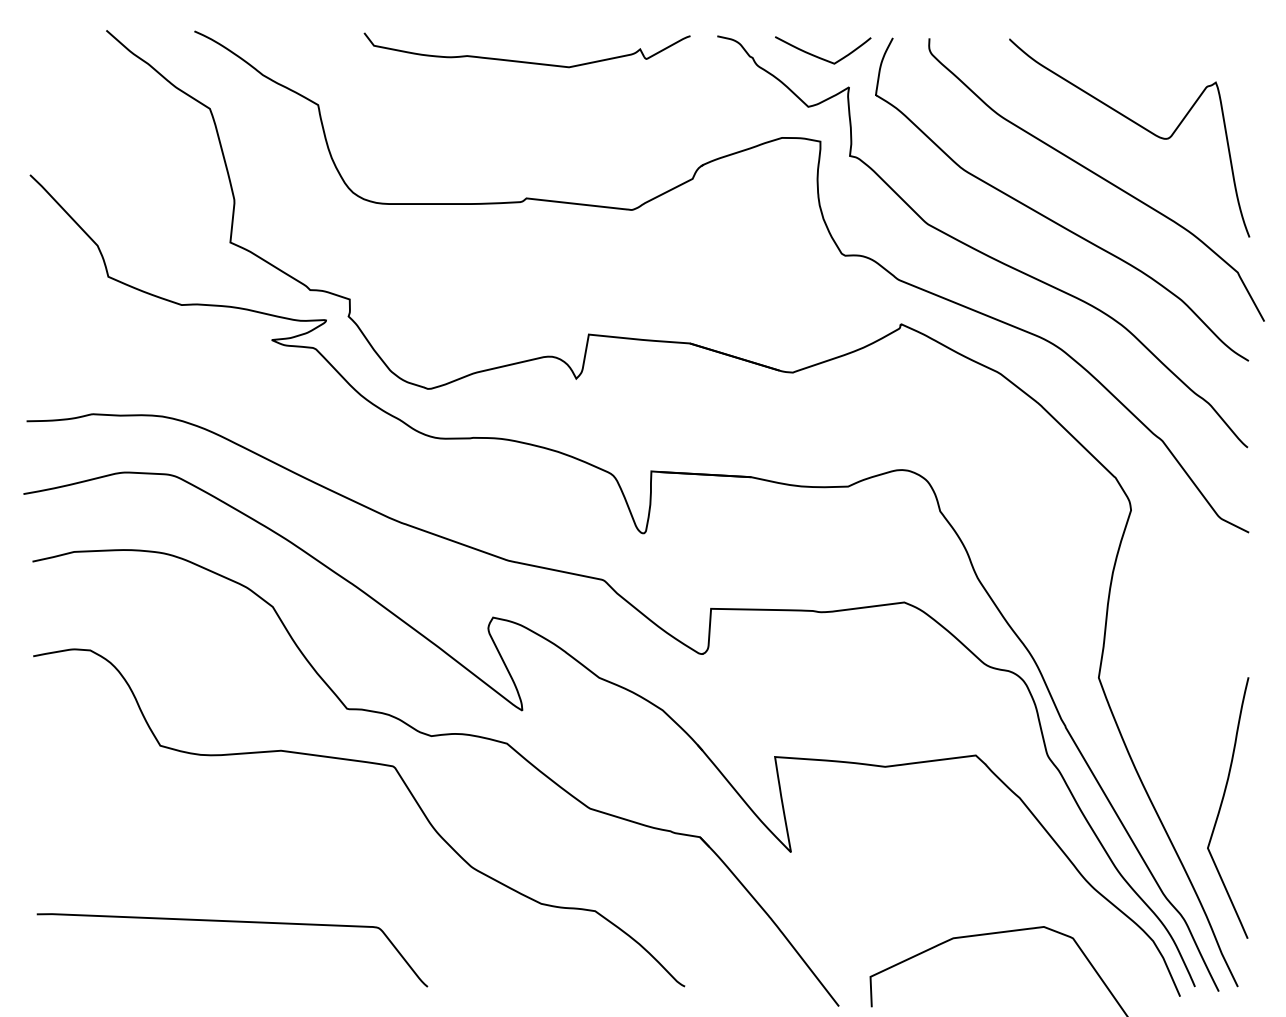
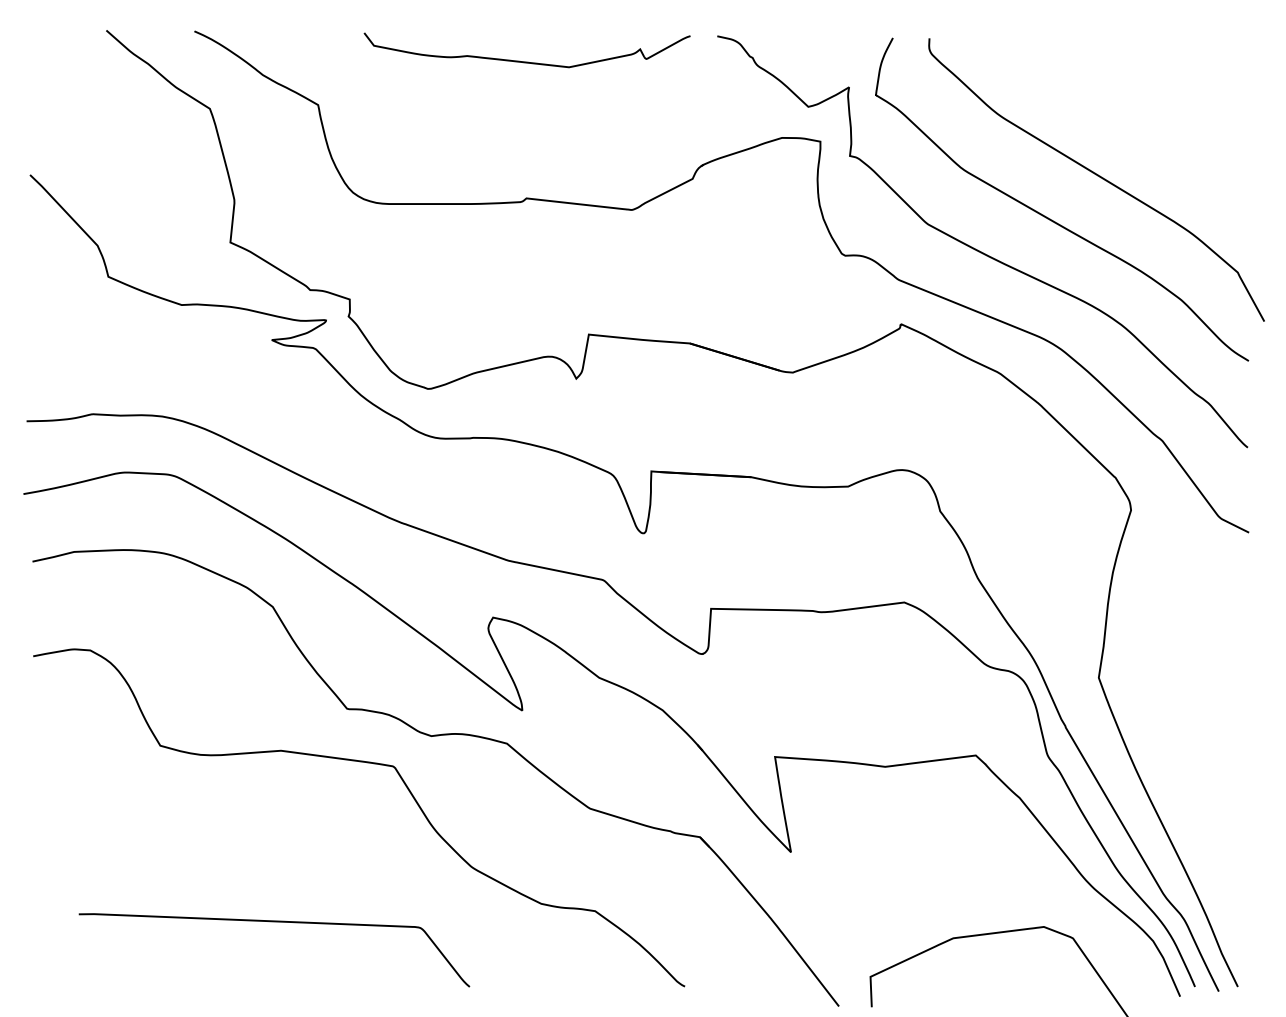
curve at (821, 57): present -> none
curve at (1137, 125): present -> none
curve at (1222, 804): present -> none
curve at (232, 922) position: (232, 922) -> (274, 922)
